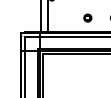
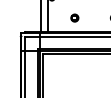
part at (87, 17) position: (87, 17) -> (74, 17)
